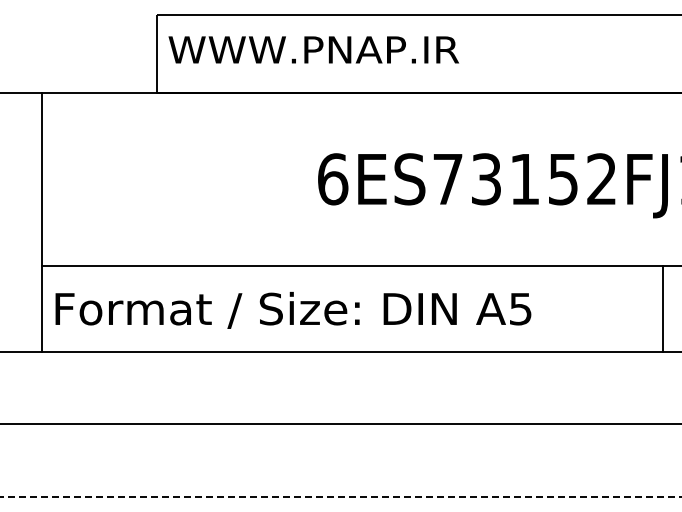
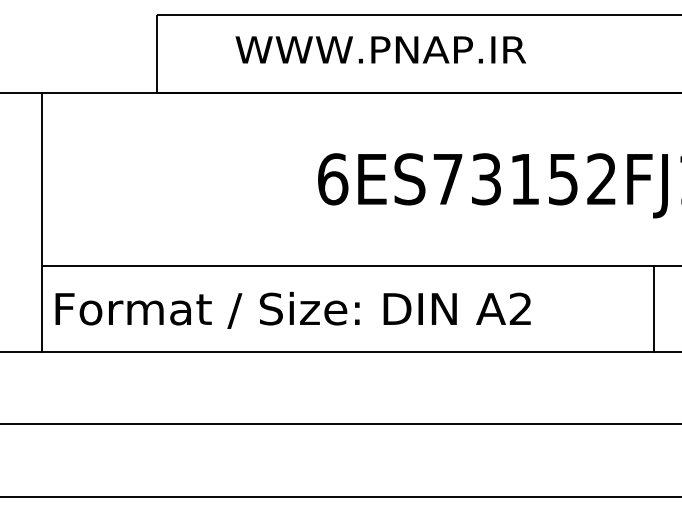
text at (313, 49) position: (313, 49) -> (380, 49)
text at (520, 308): A5 -> A2
line at (663, 308) position: (663, 308) -> (654, 308)
line at (342, 496): dashed -> solid
